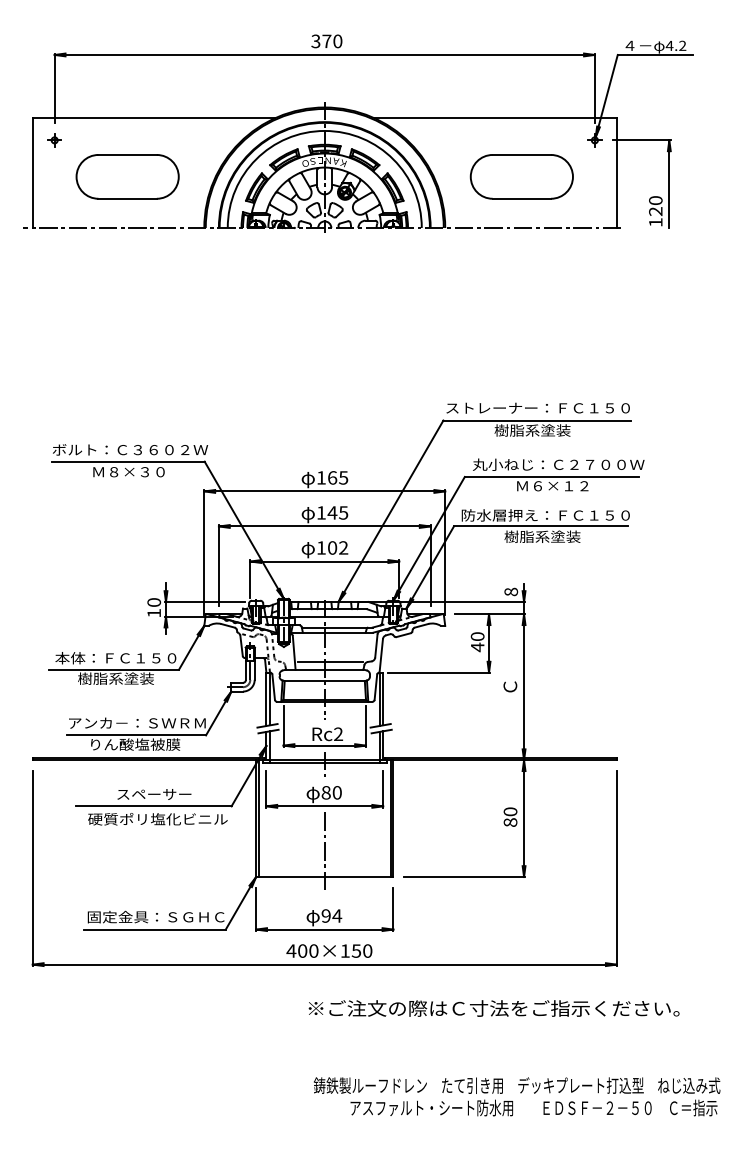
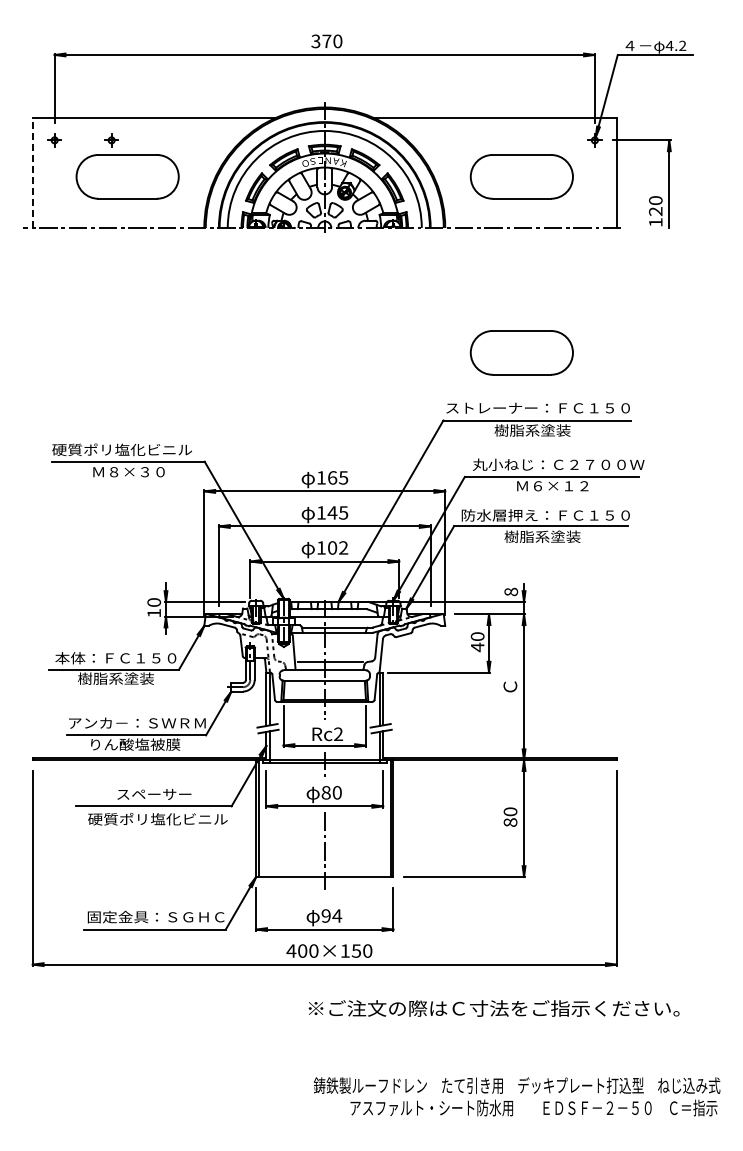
part at (111, 140): none -> present
line at (32, 173): solid -> dashed
part at (521, 352): none -> present
text at (130, 449): ボルト：Ｃ３６０２Ｗ -> 硬質ポリ塩化ビニル
